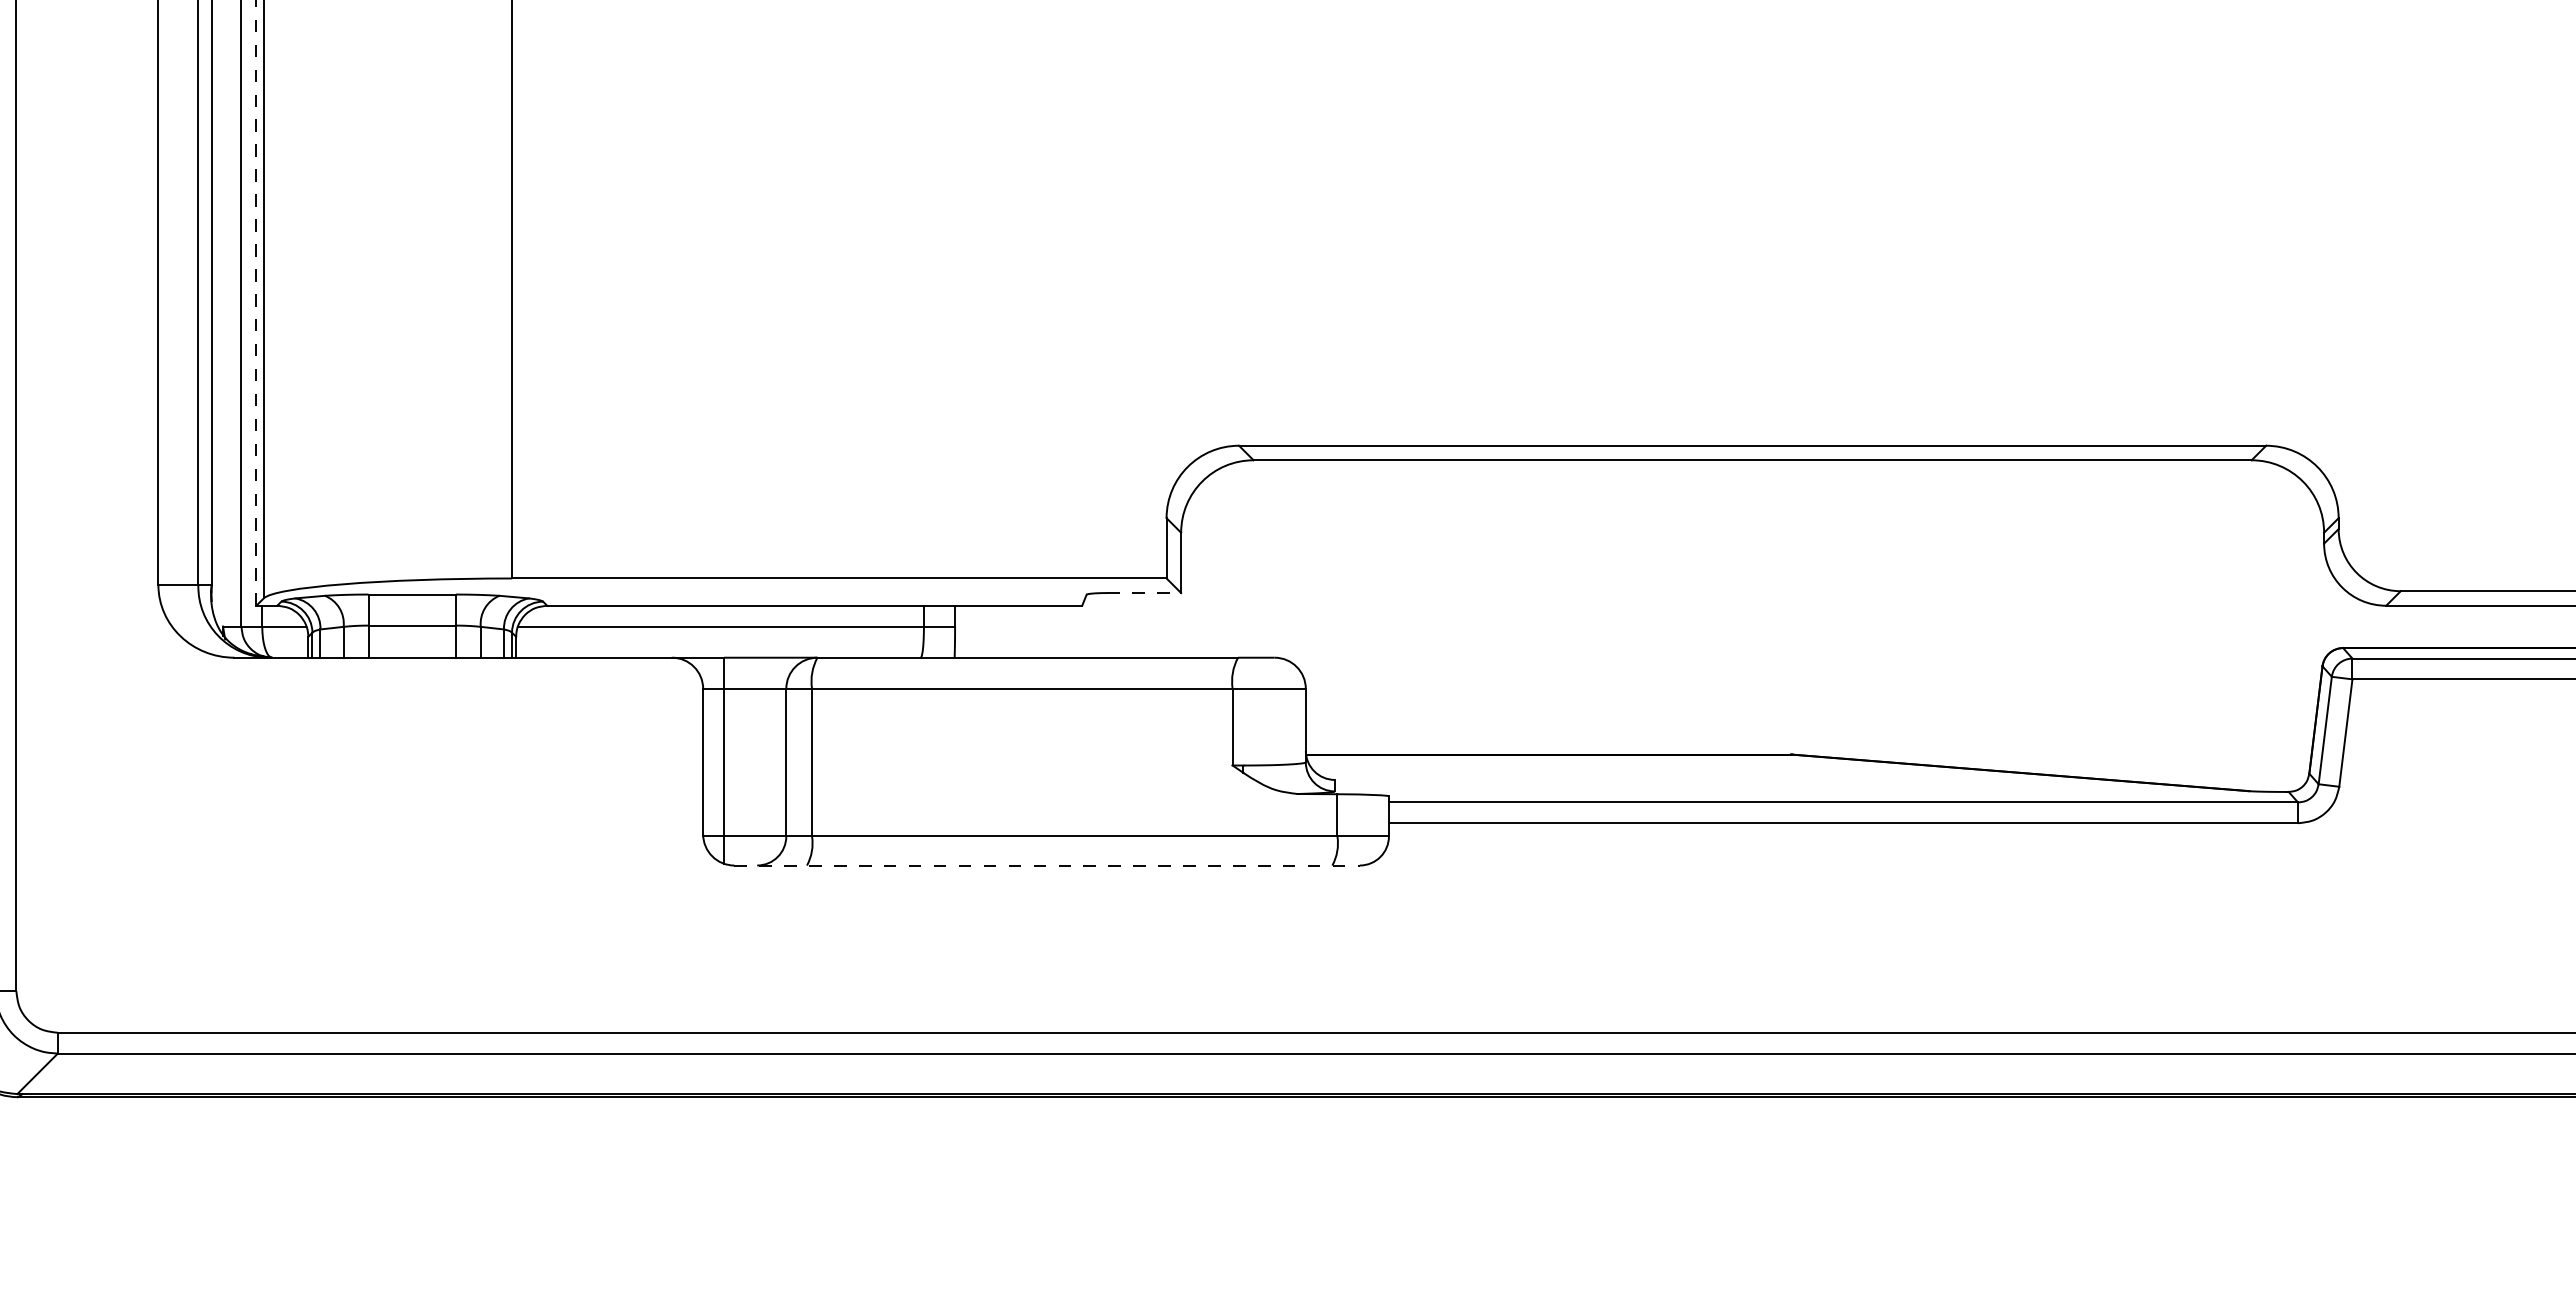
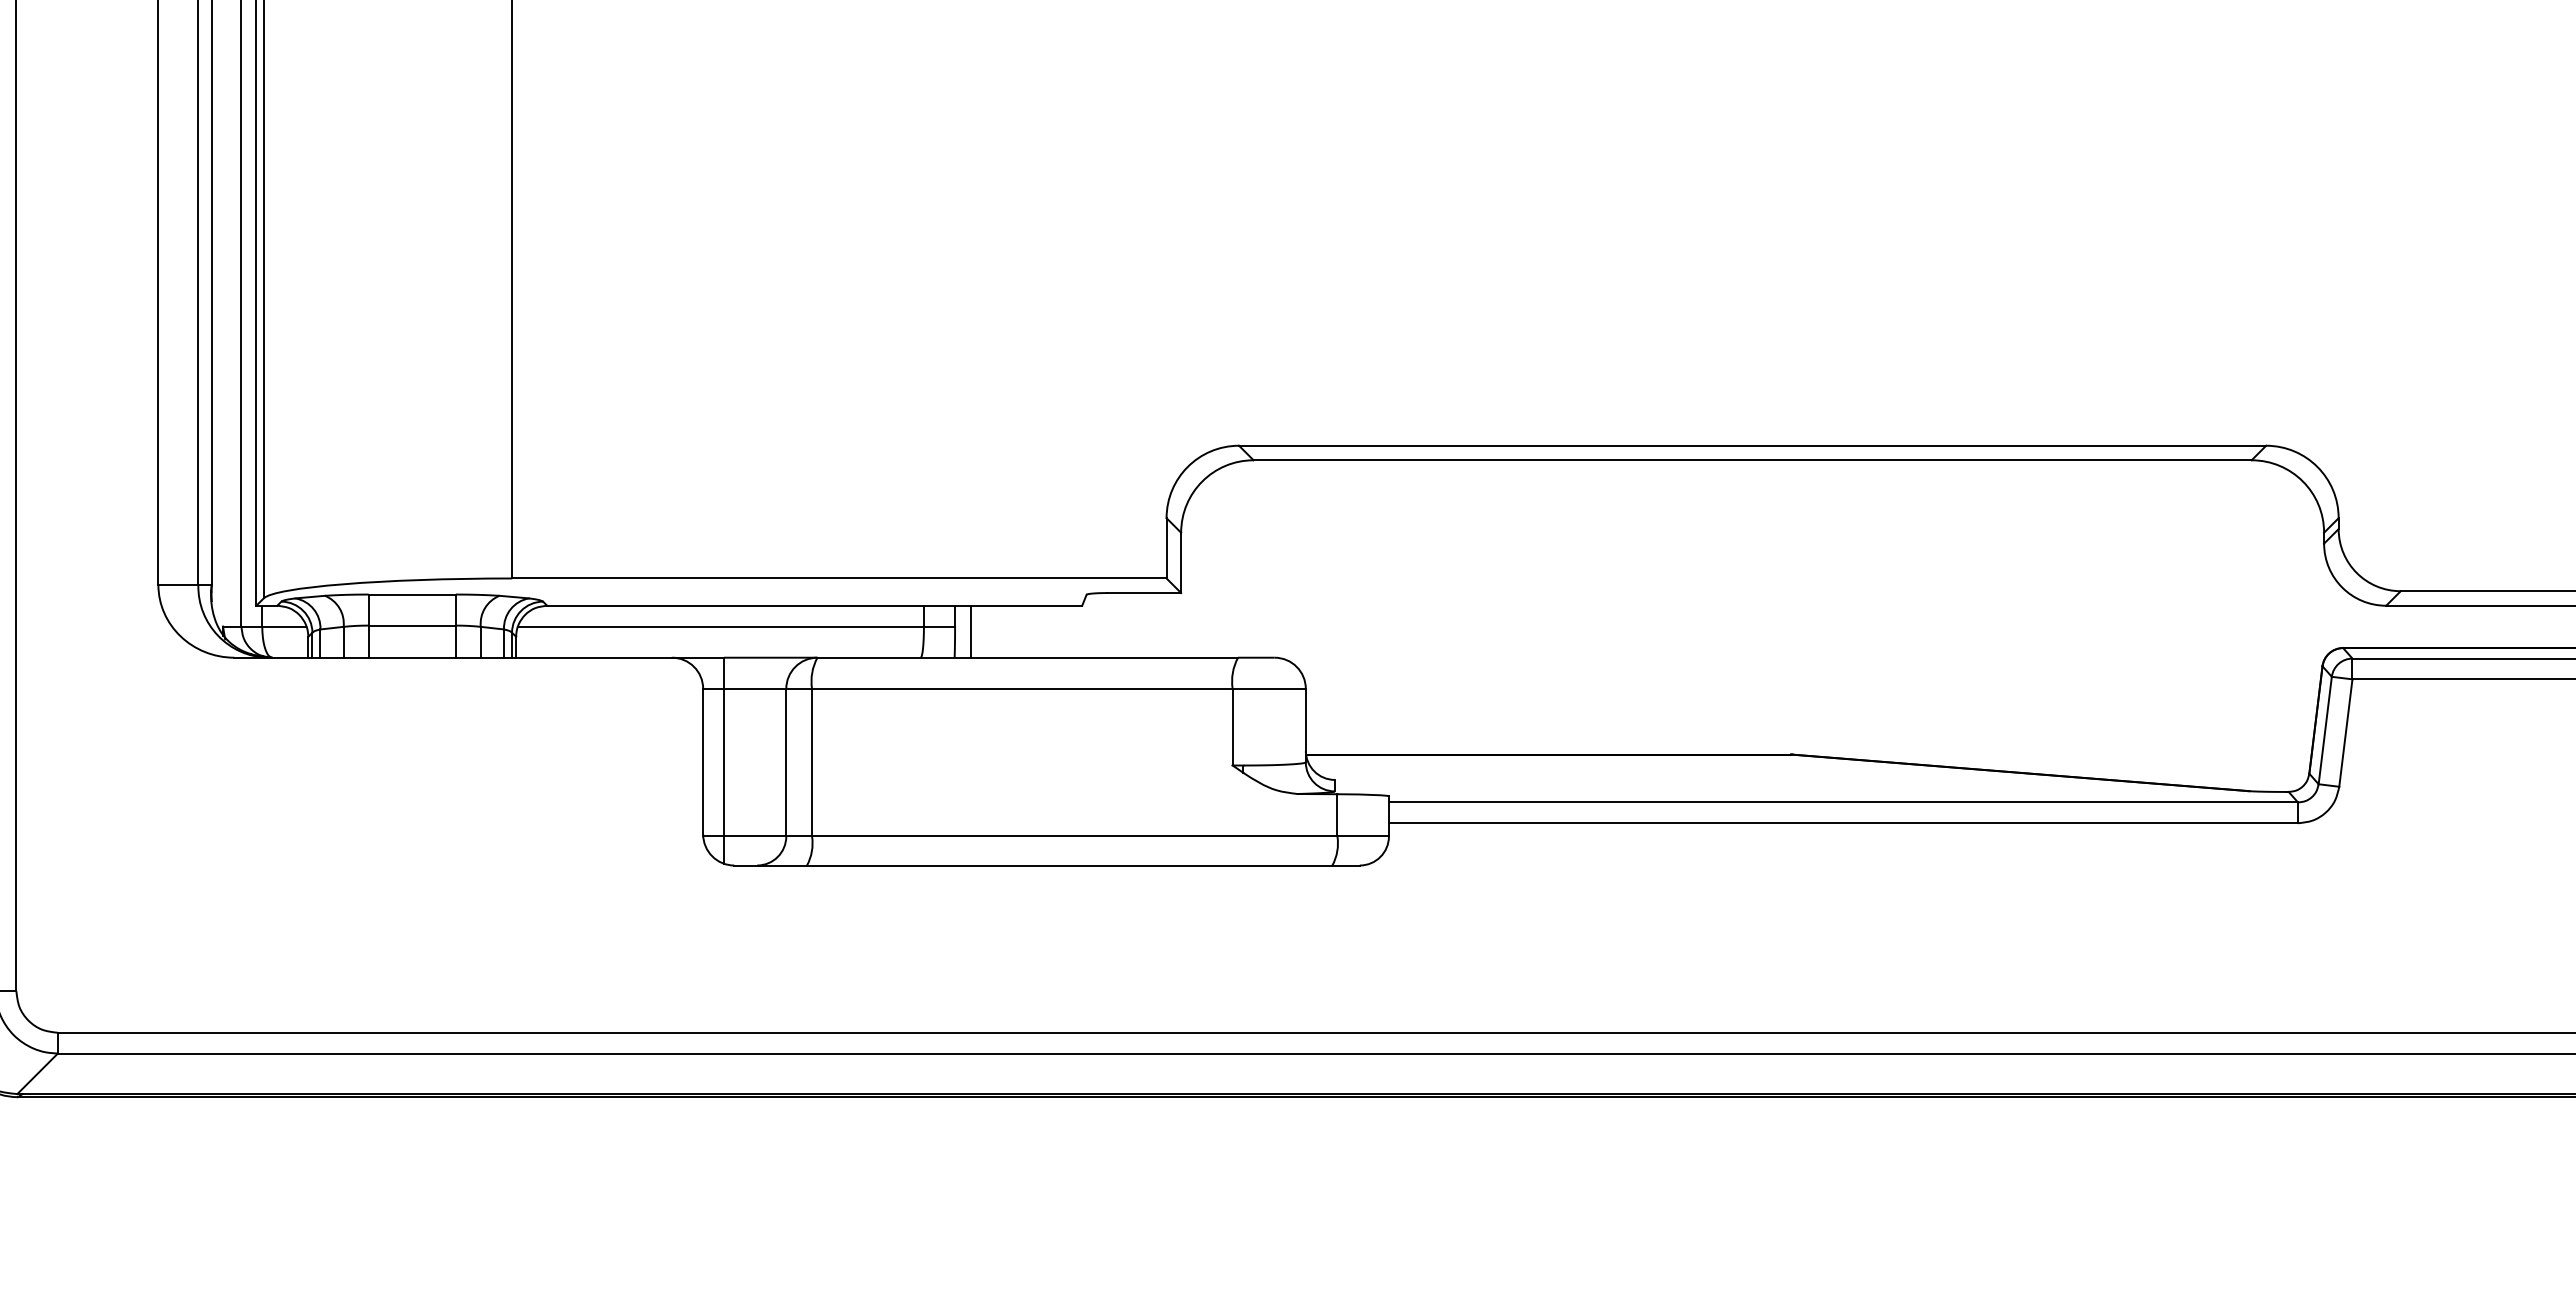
line at (256, 304): dashed -> solid
line at (1144, 593): dashed -> solid
line at (970, 631): none -> present
line at (1047, 865): dashed -> solid
